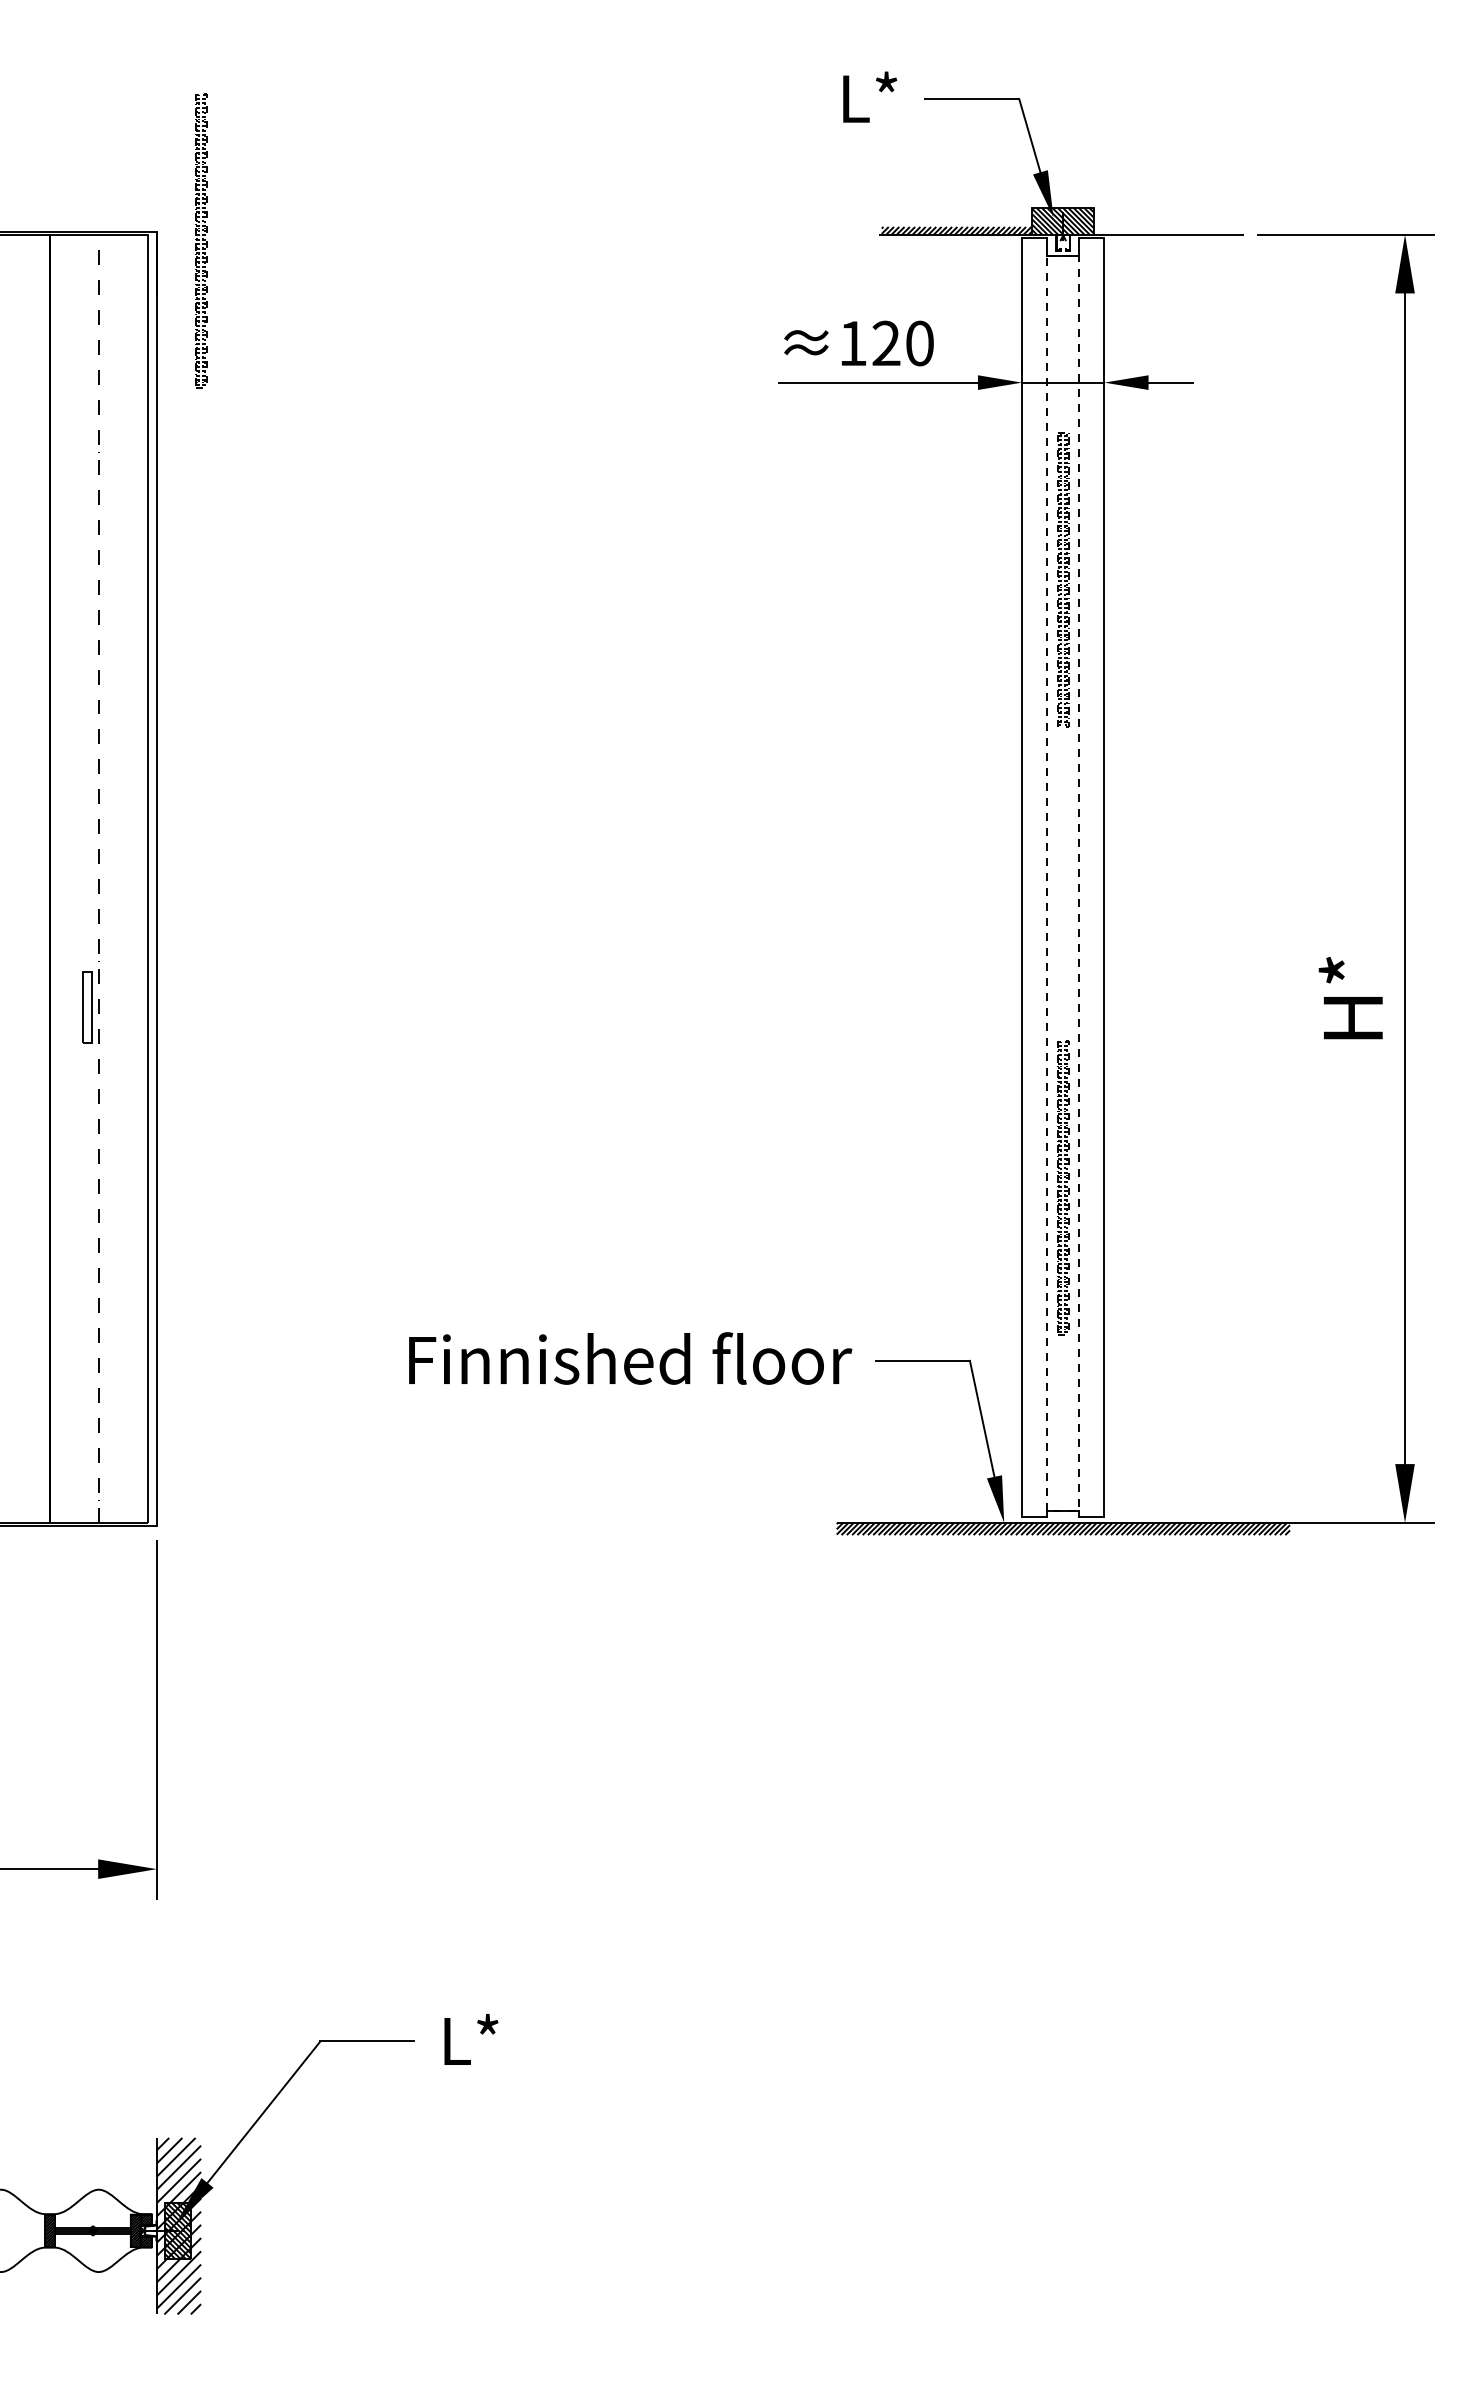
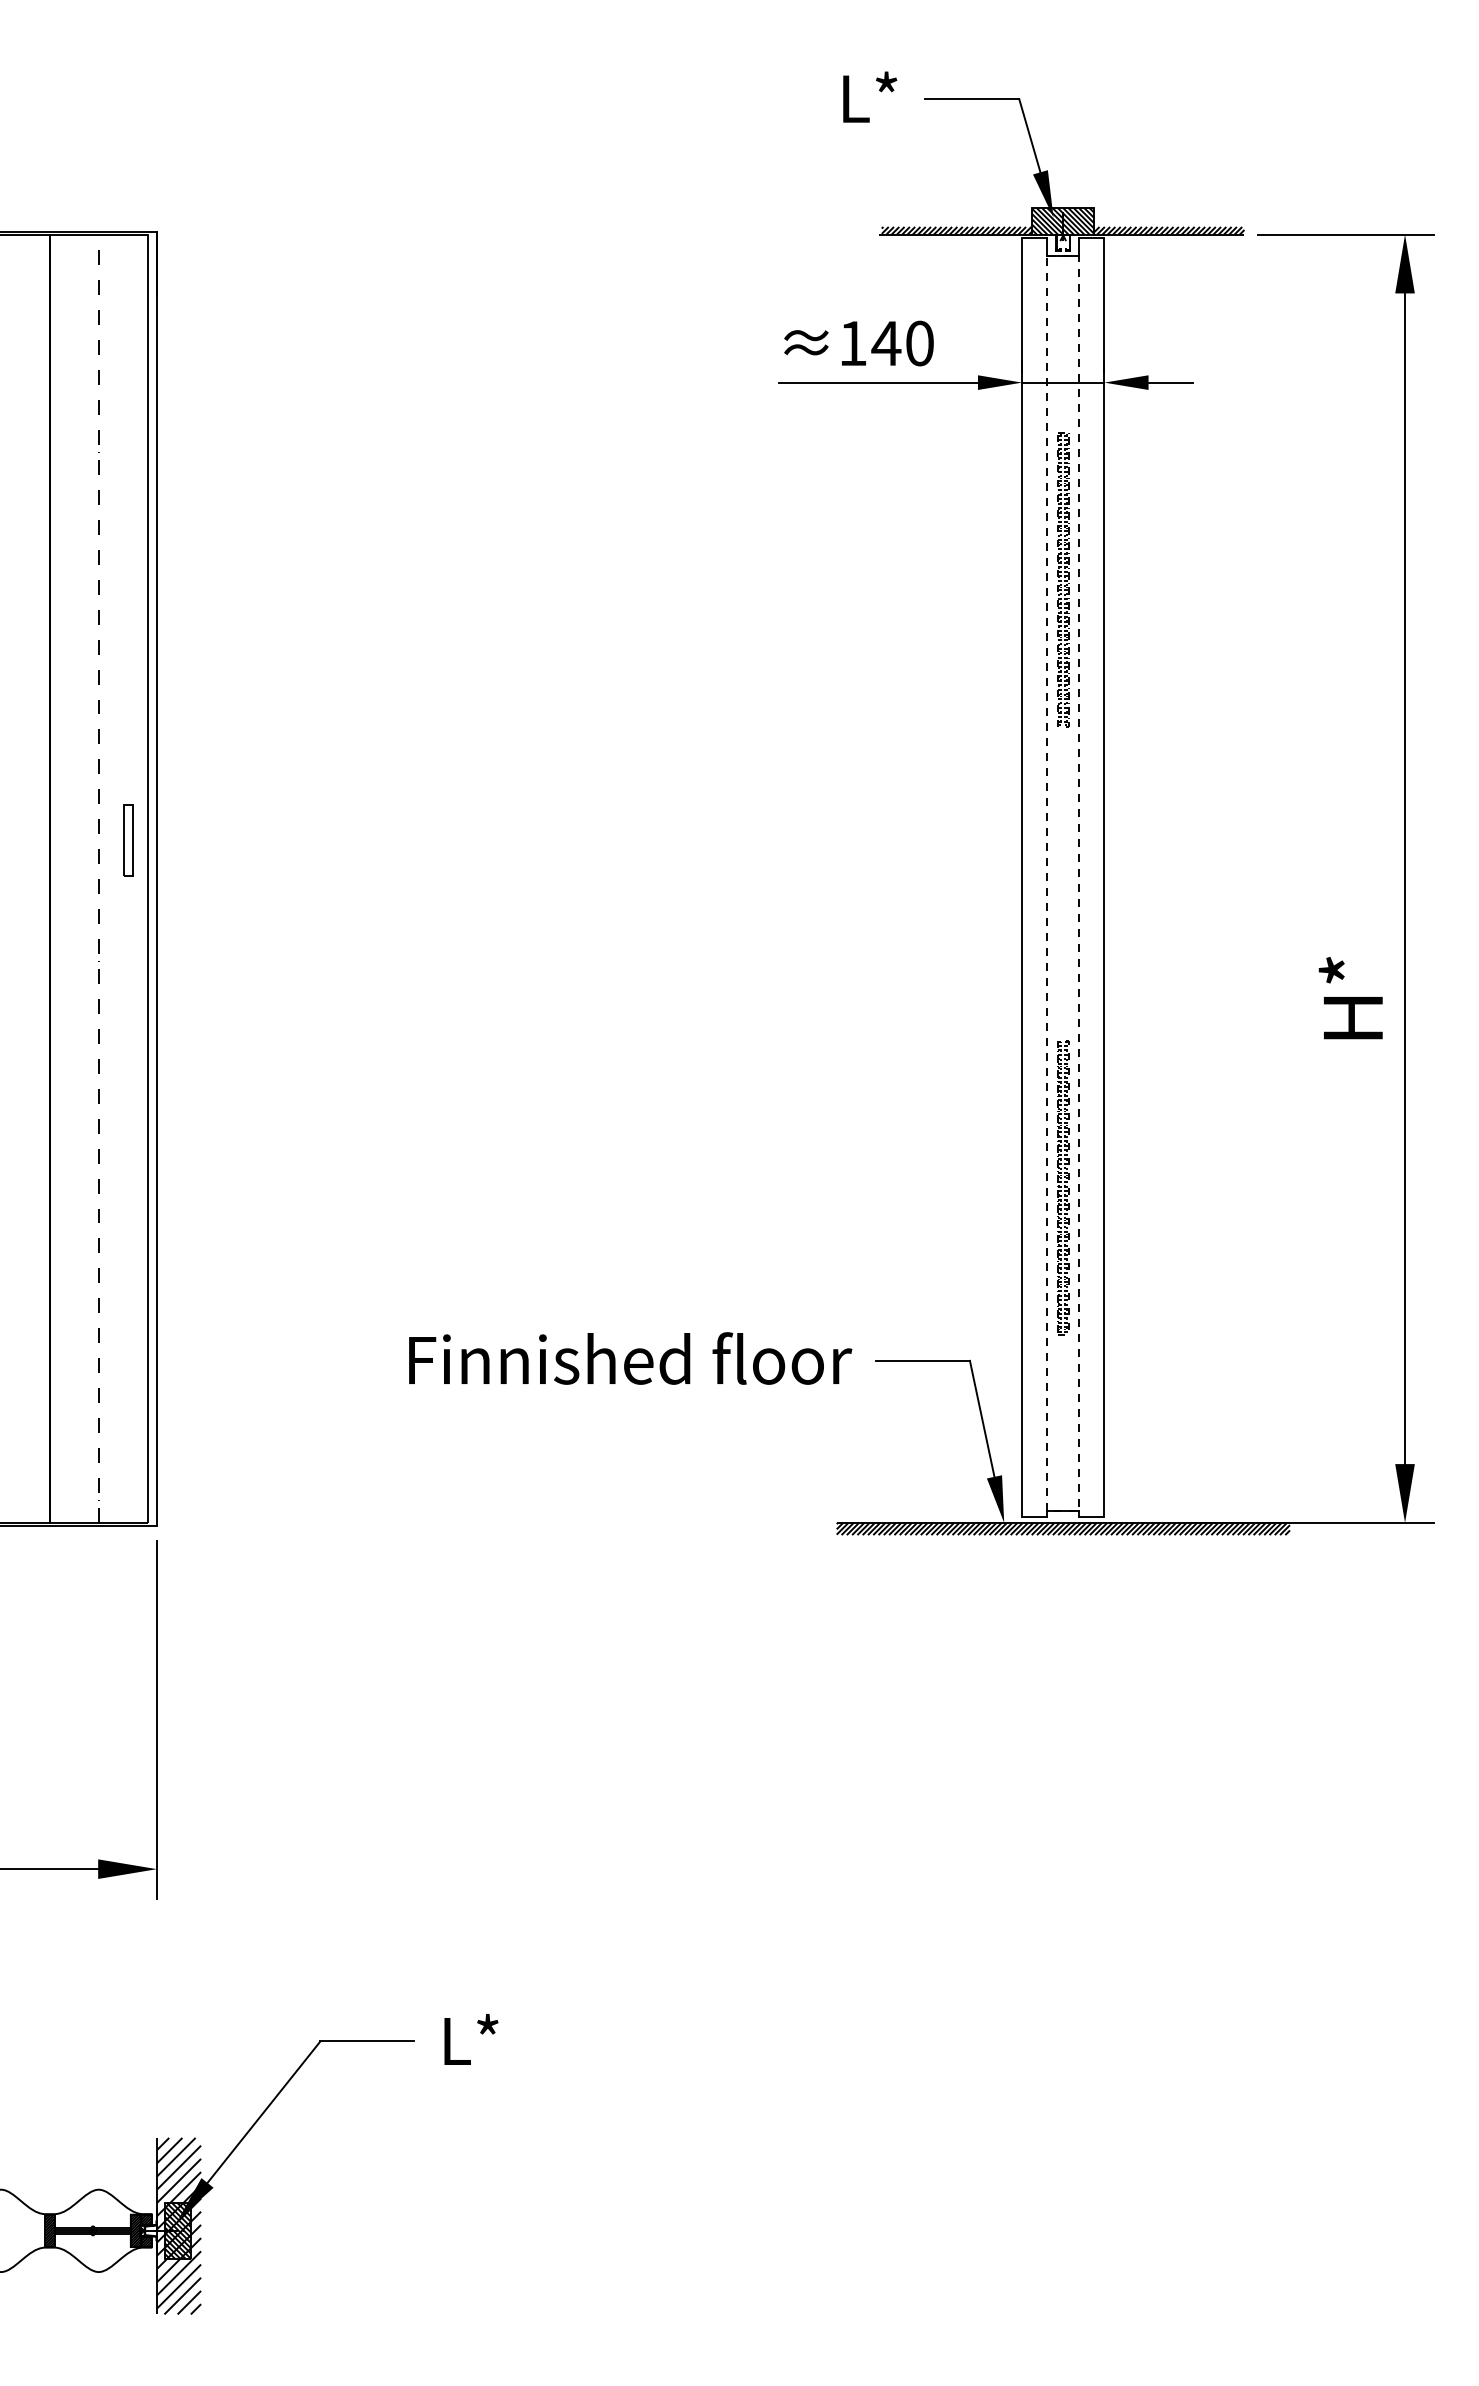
hatch at (1169, 230): none -> present
part at (201, 240): present -> none
text at (886, 342): 120 -> 140
part at (87, 1007) position: (87, 1007) -> (128, 840)
